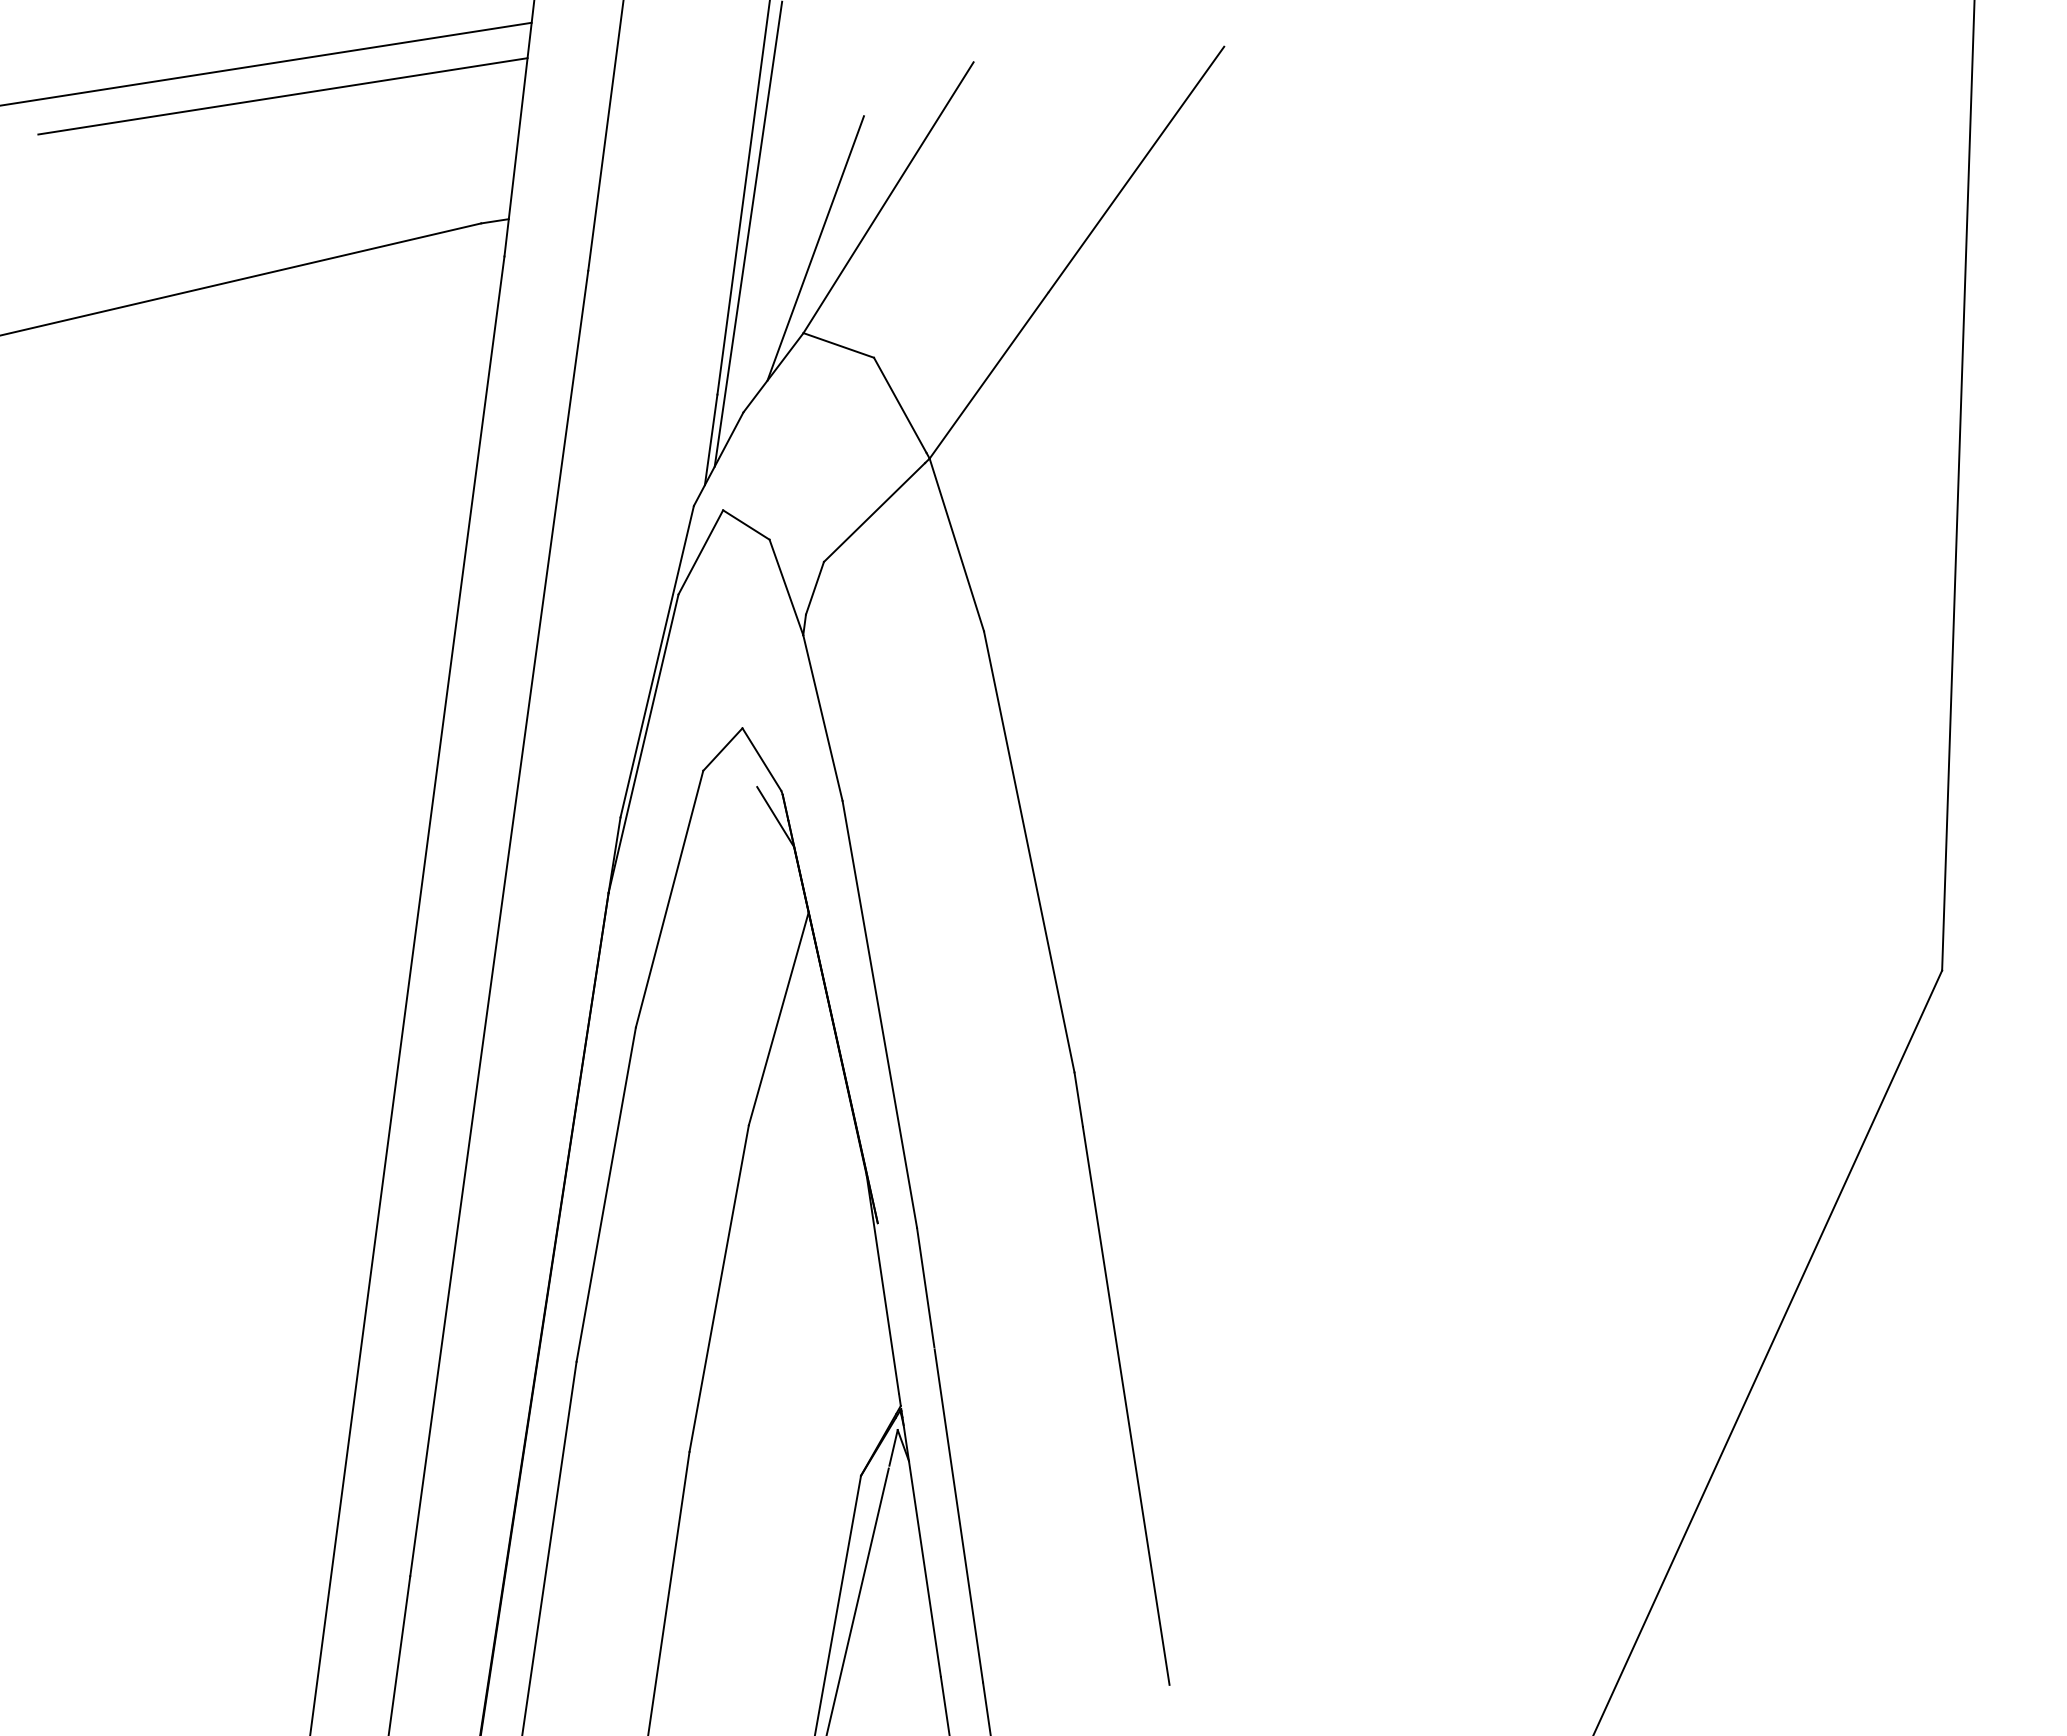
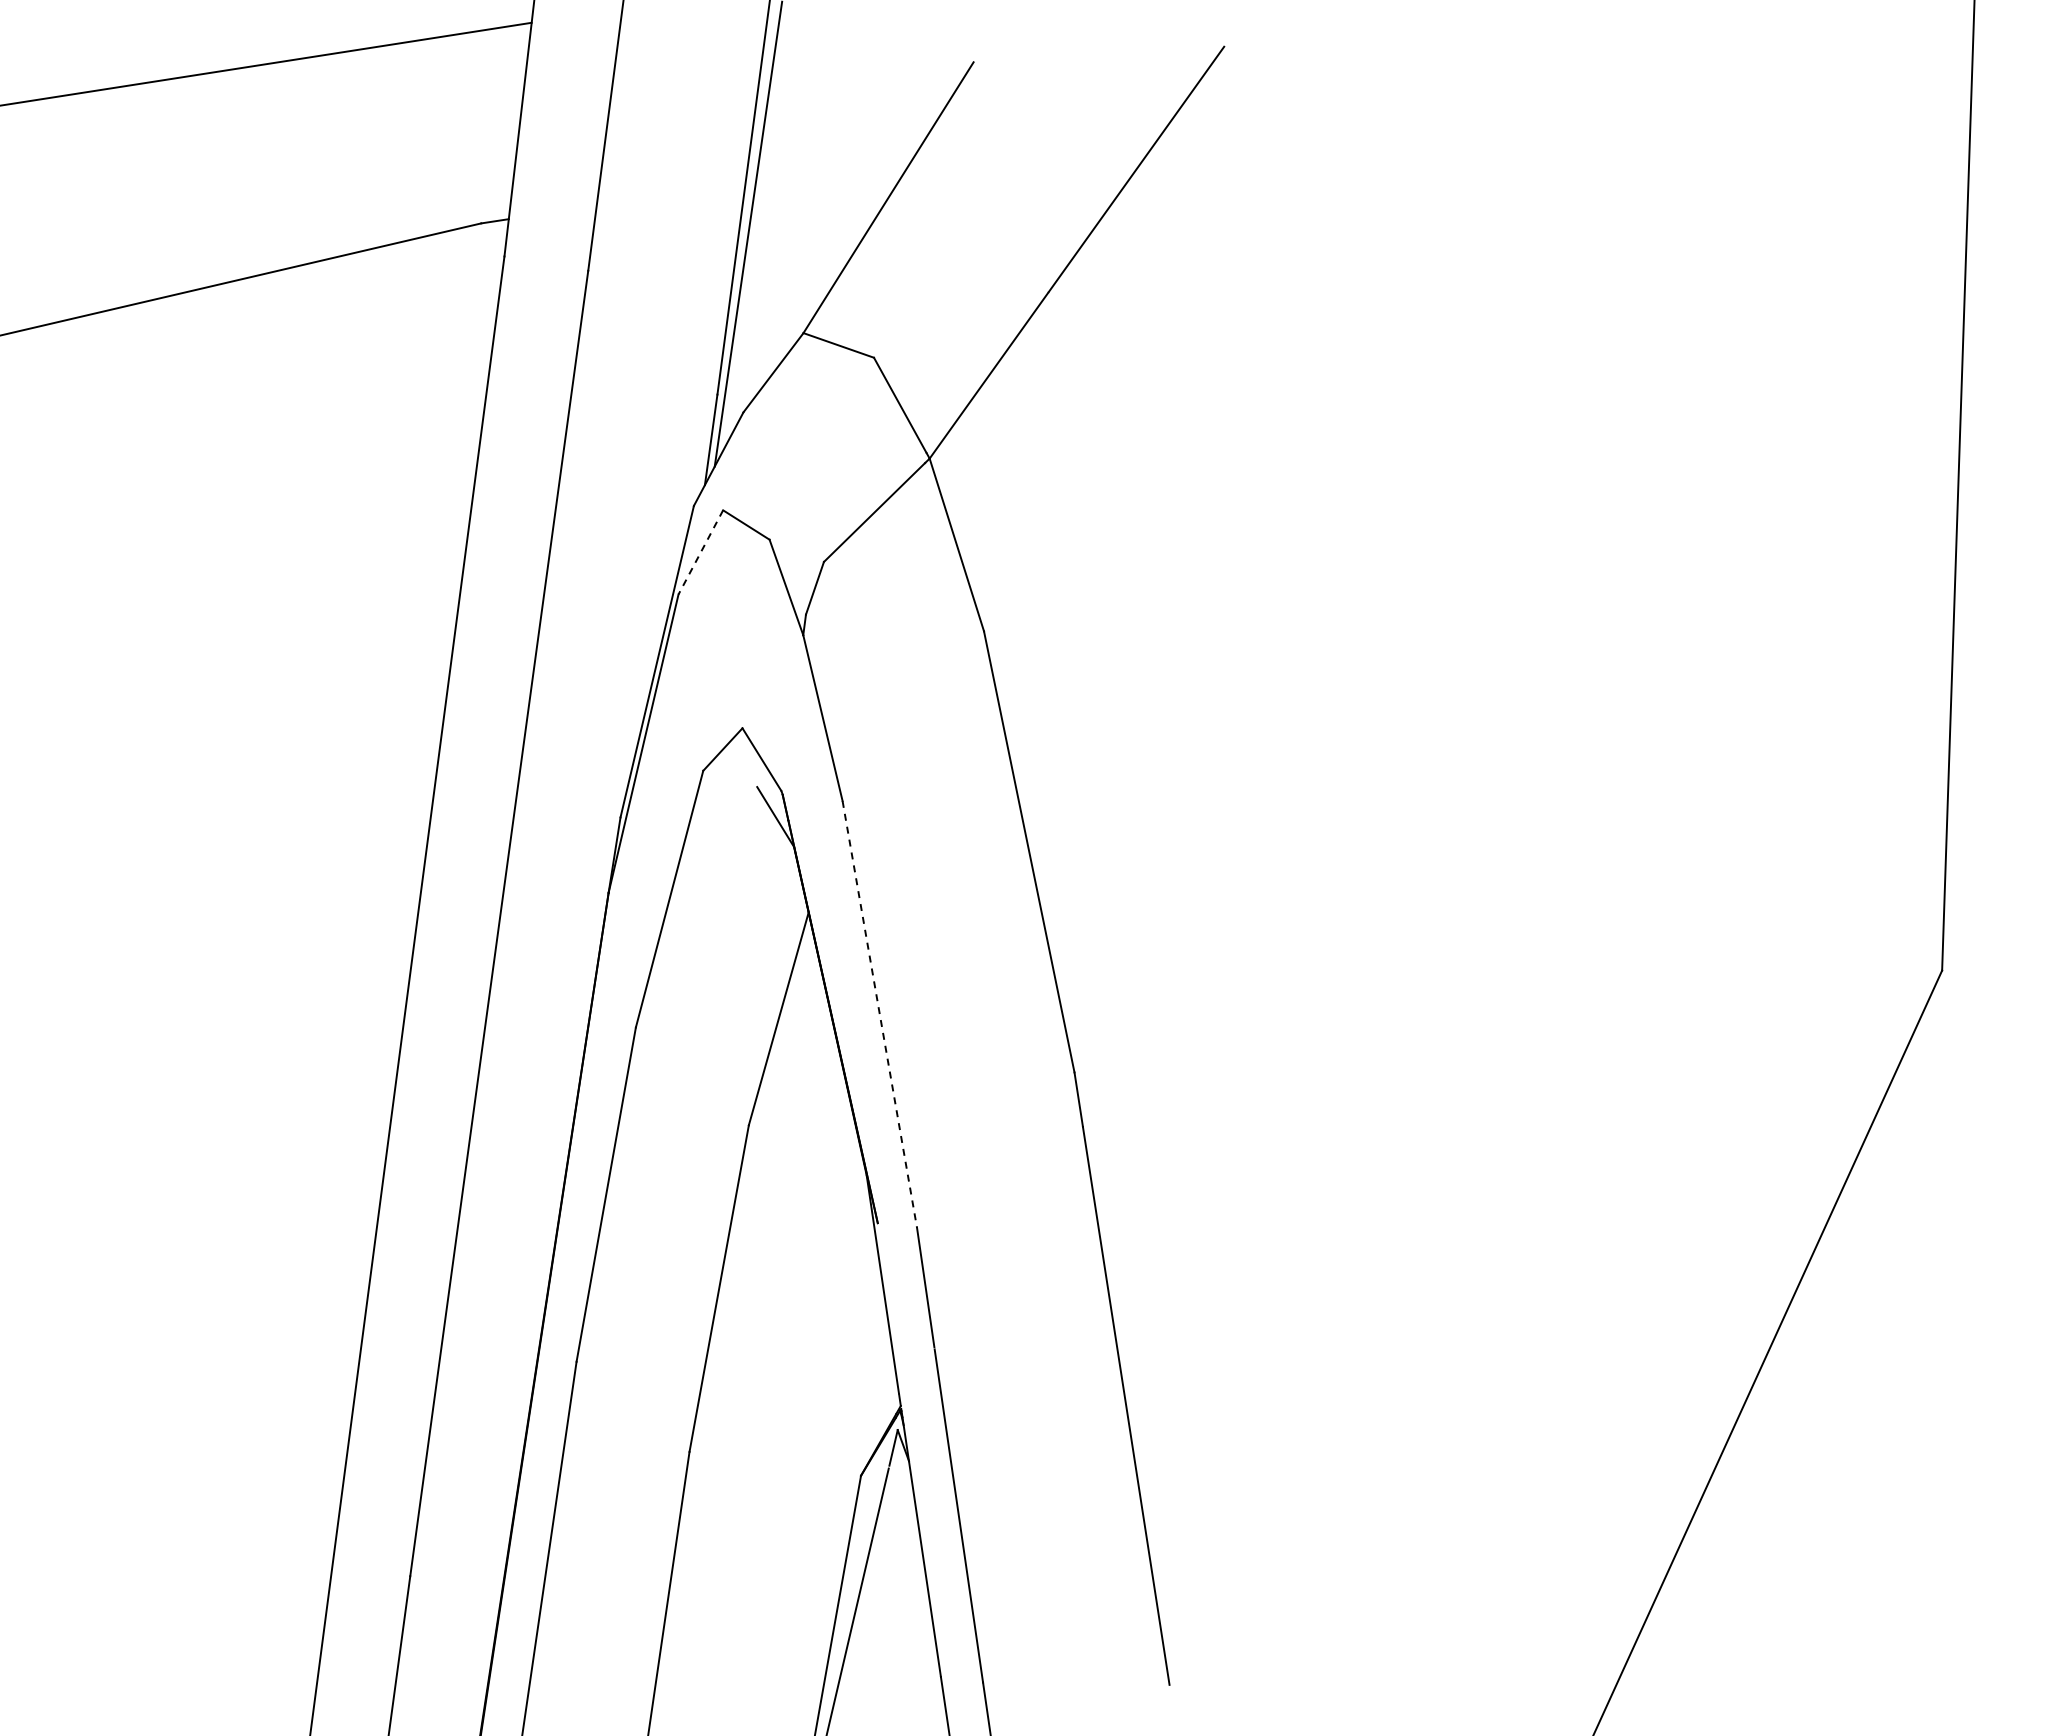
line at (282, 96): present -> none
line at (815, 248): present -> none
line at (700, 552): solid -> dashed
line at (879, 1014): solid -> dashed
